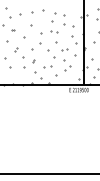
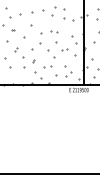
part at (62, 19) position: (62, 19) -> (62, 13)
part at (67, 65) position: (67, 65) -> (68, 71)
